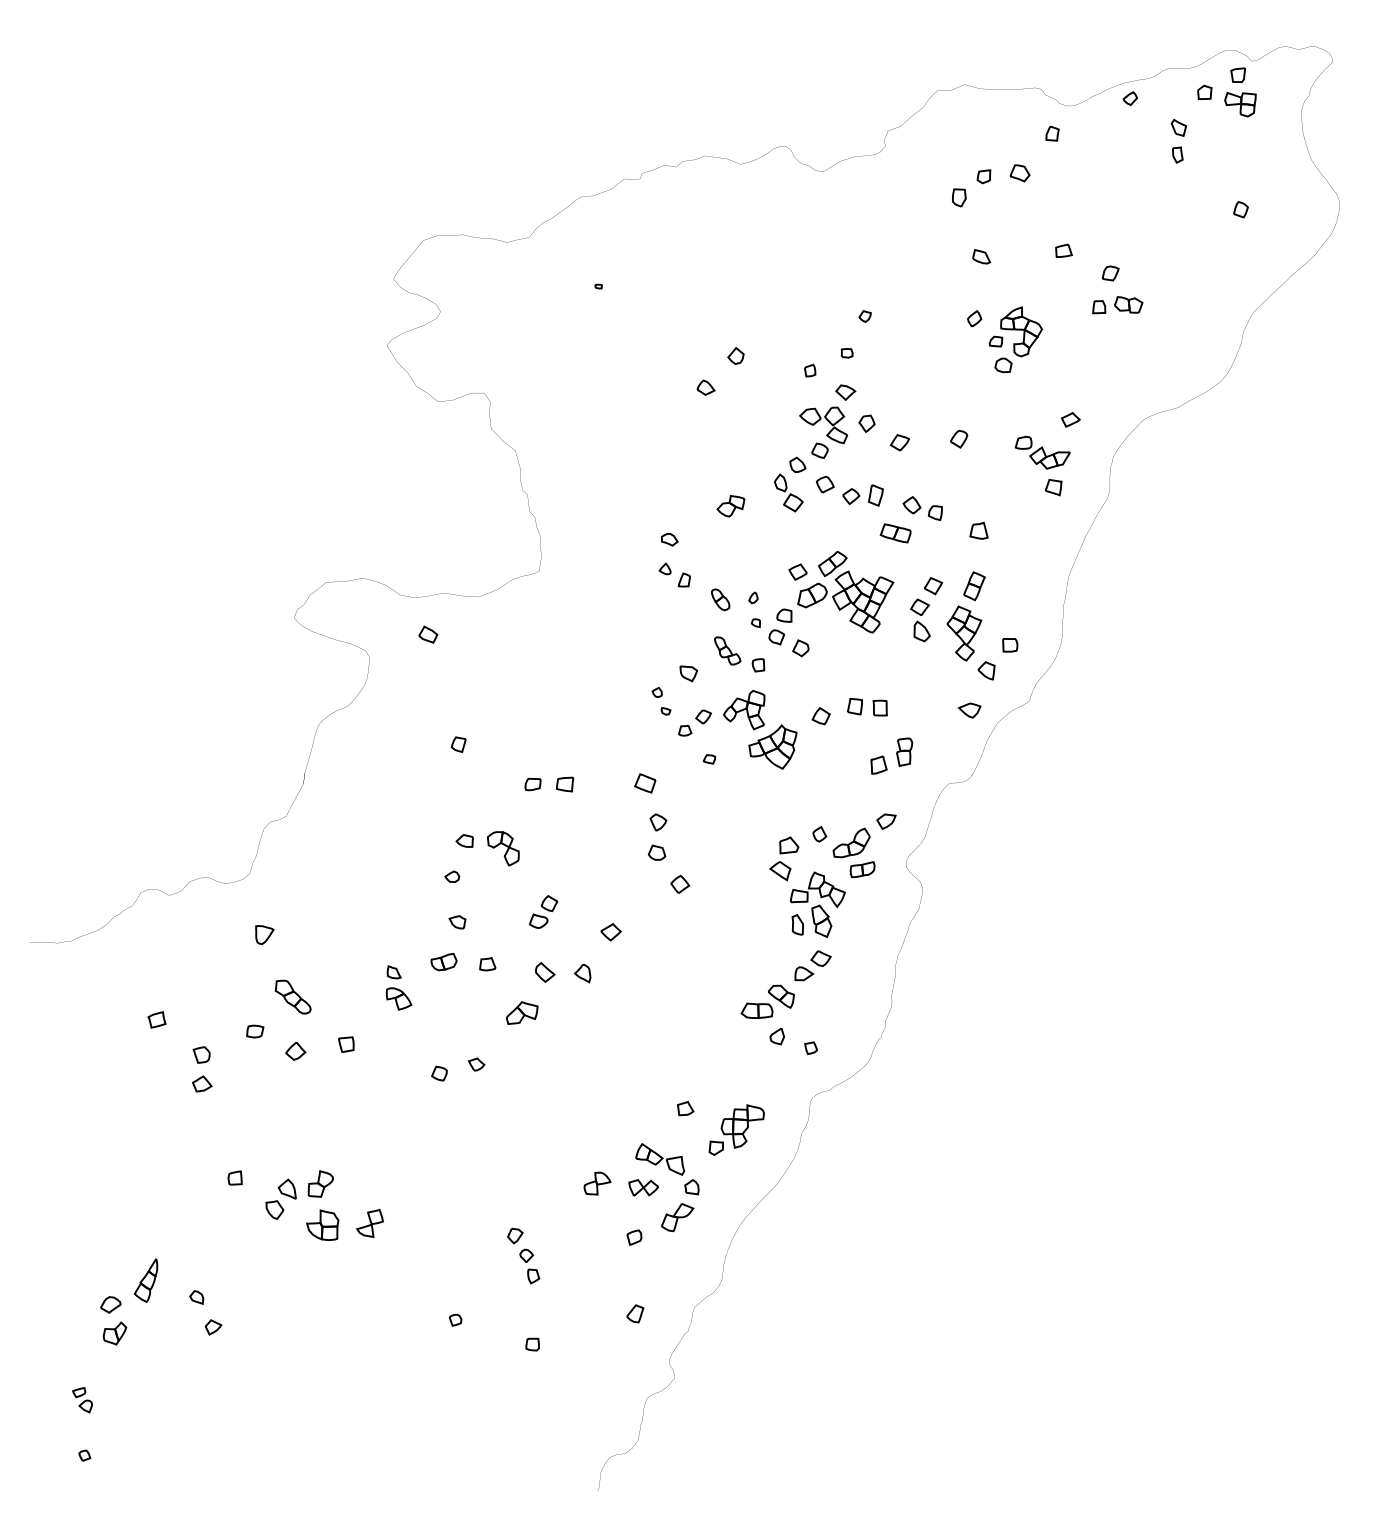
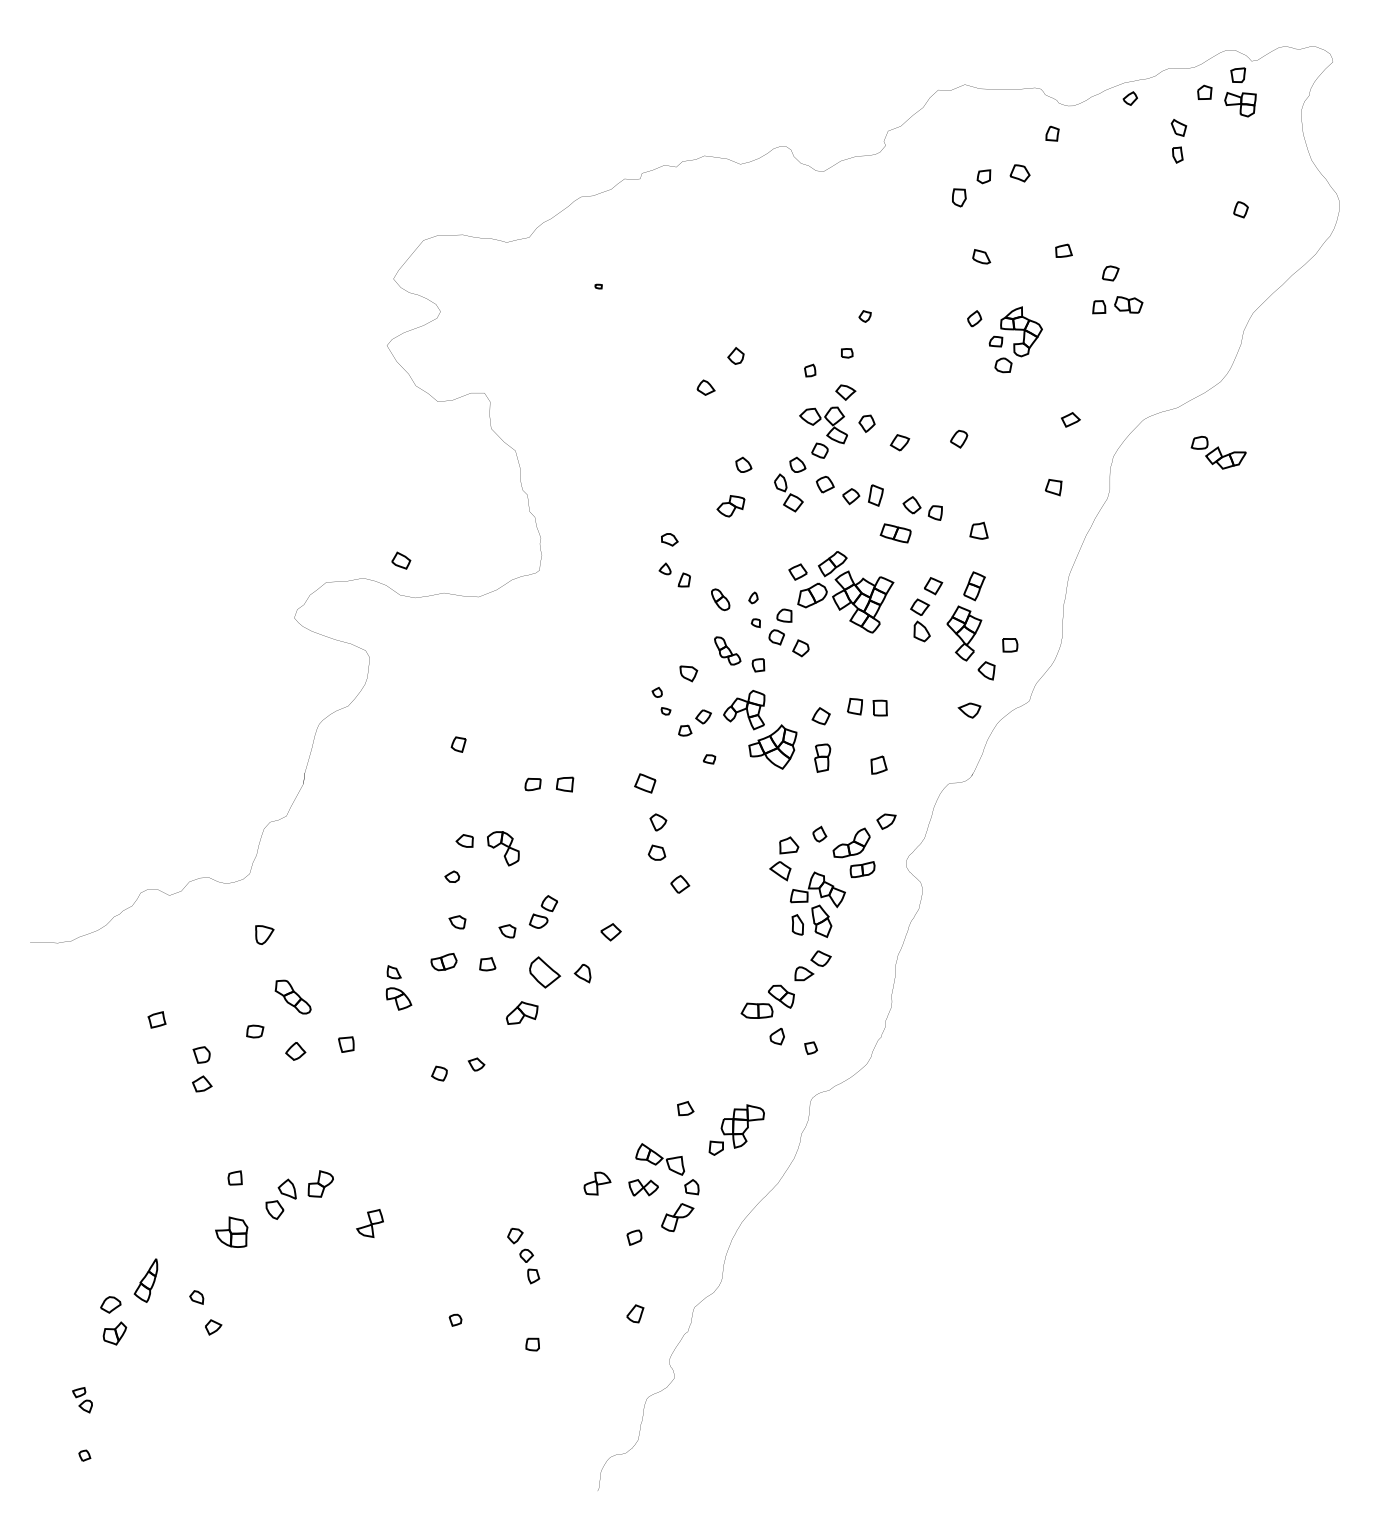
part at (1042, 452) position: (1042, 452) -> (1218, 452)
part at (743, 464): none -> present
part at (428, 634) position: (428, 634) -> (401, 560)
part at (904, 751) position: (904, 751) -> (822, 757)
part at (507, 931): none -> present
part at (545, 972) size: 21x21 px -> 33x33 px
part at (322, 1224) position: (322, 1224) -> (231, 1231)
